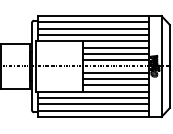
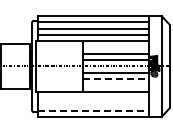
line at (115, 47): present -> none
line at (116, 79): solid -> dashed
line at (115, 85): present -> none
line at (92, 98): present -> none
line at (92, 104): present -> none
line at (93, 110): solid -> dashed
